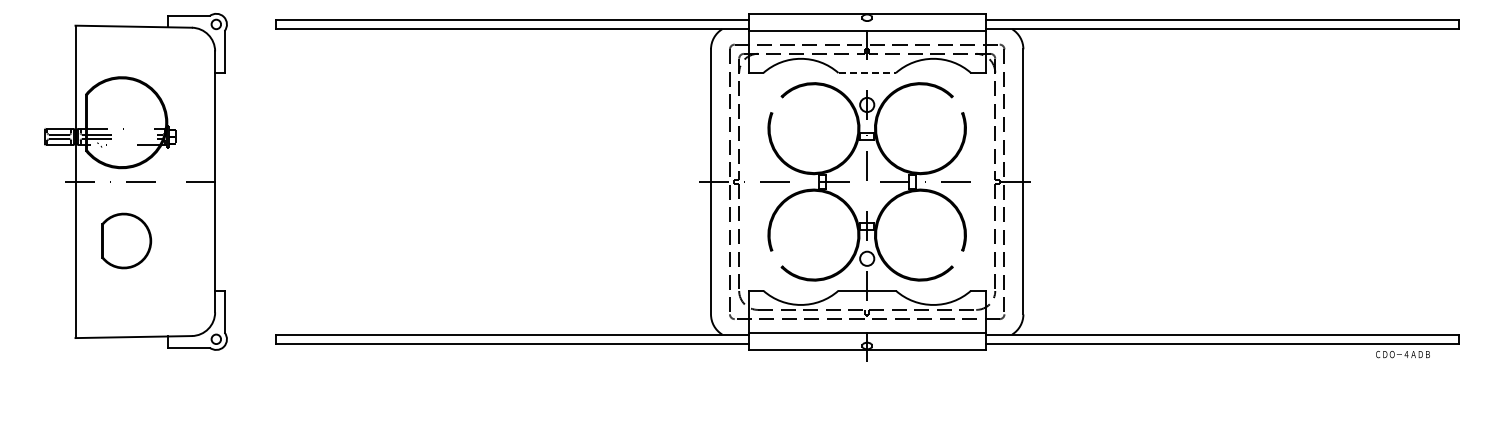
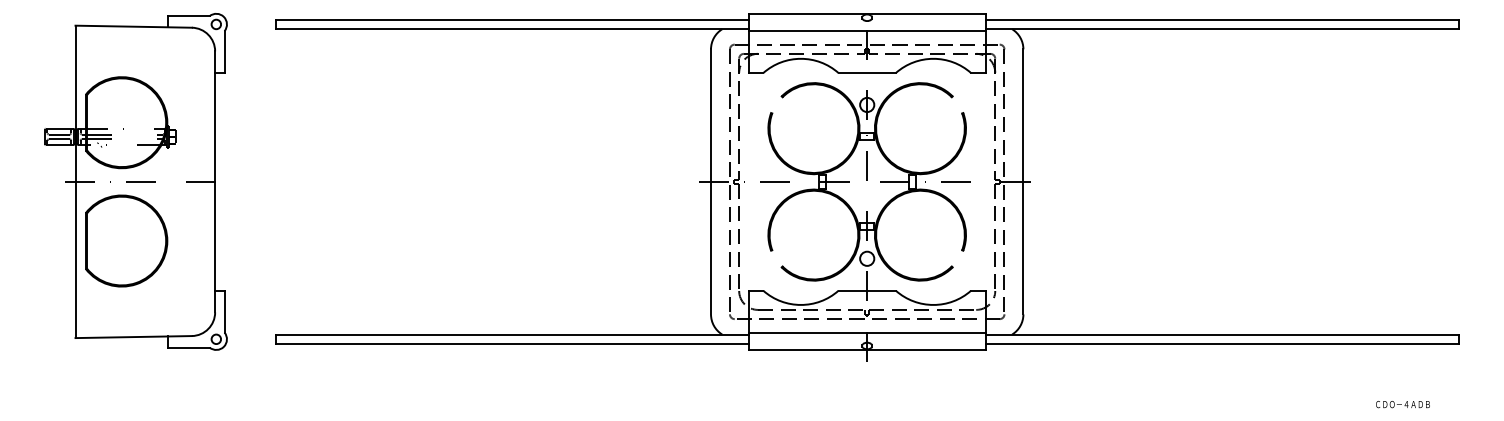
line at (867, 73): dashed -> solid
part at (126, 240) size: 52x58 px -> 84x94 px
text at (1402, 354) position: (1402, 354) -> (1402, 404)
